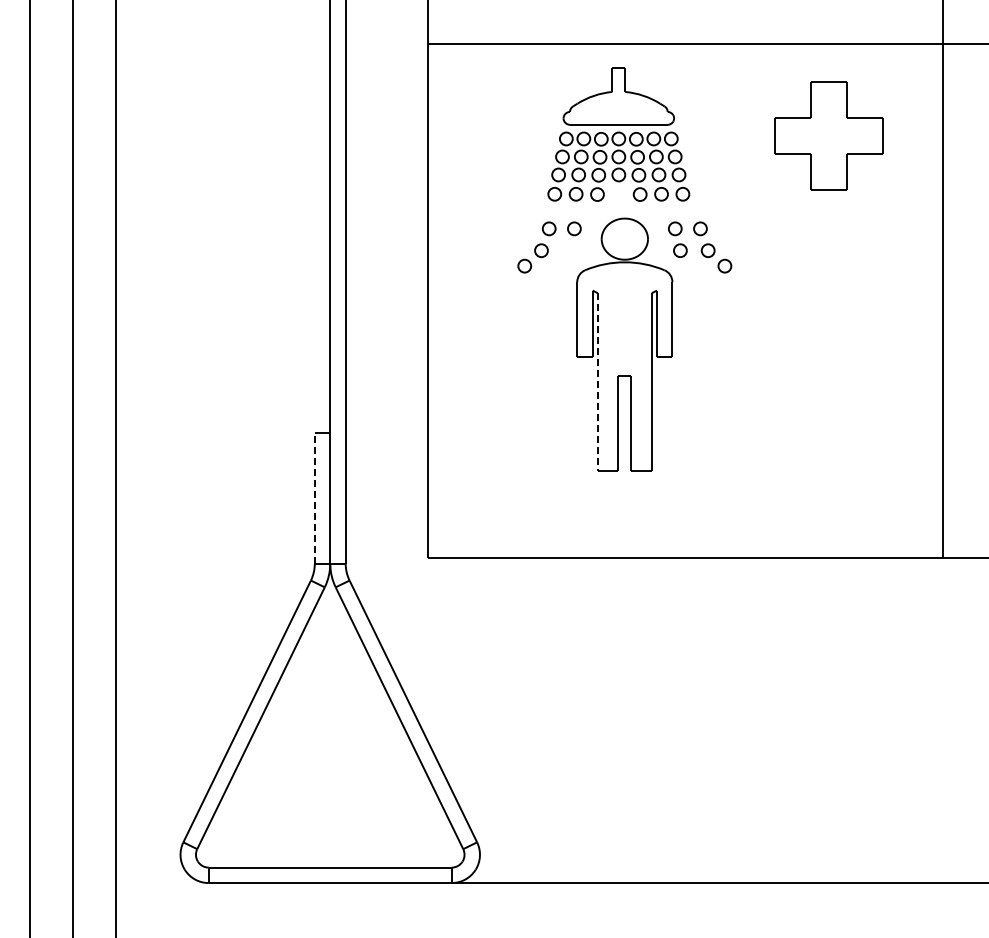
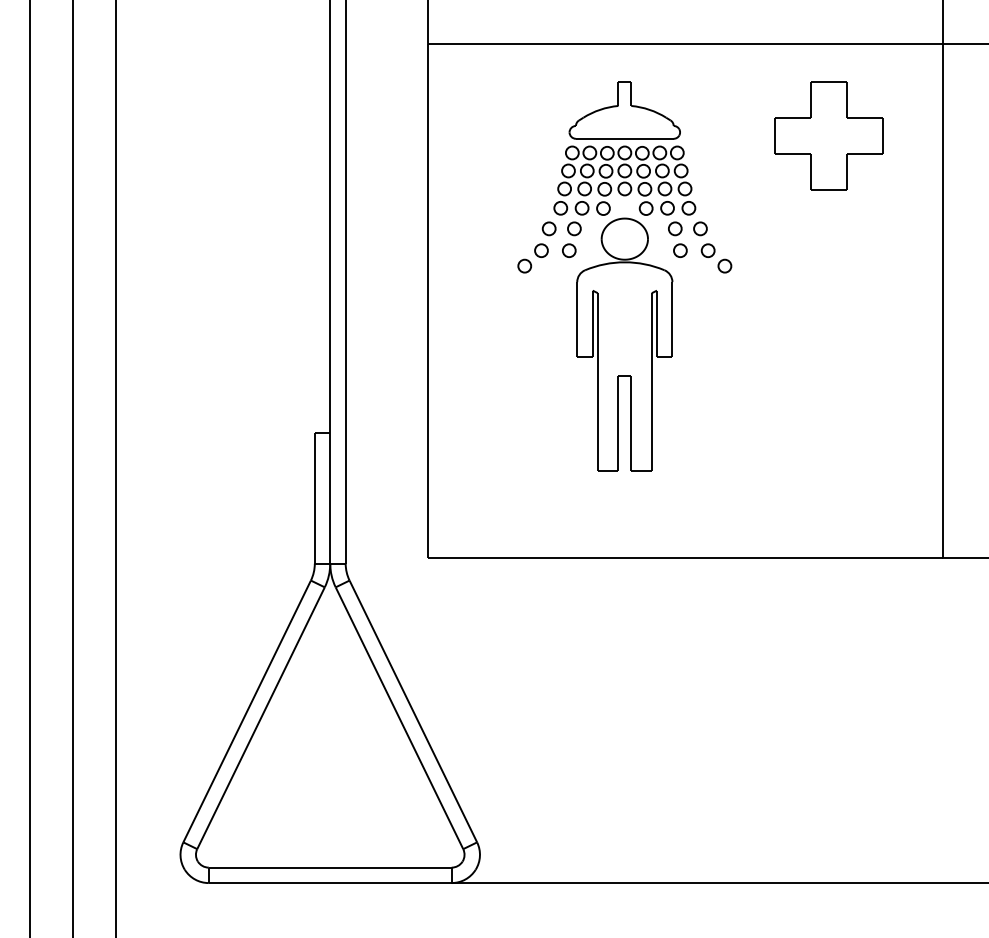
part at (618, 134) position: (618, 134) -> (624, 148)
part at (569, 250): none -> present
line at (597, 381): dashed -> solid
line at (314, 497): dashed -> solid
